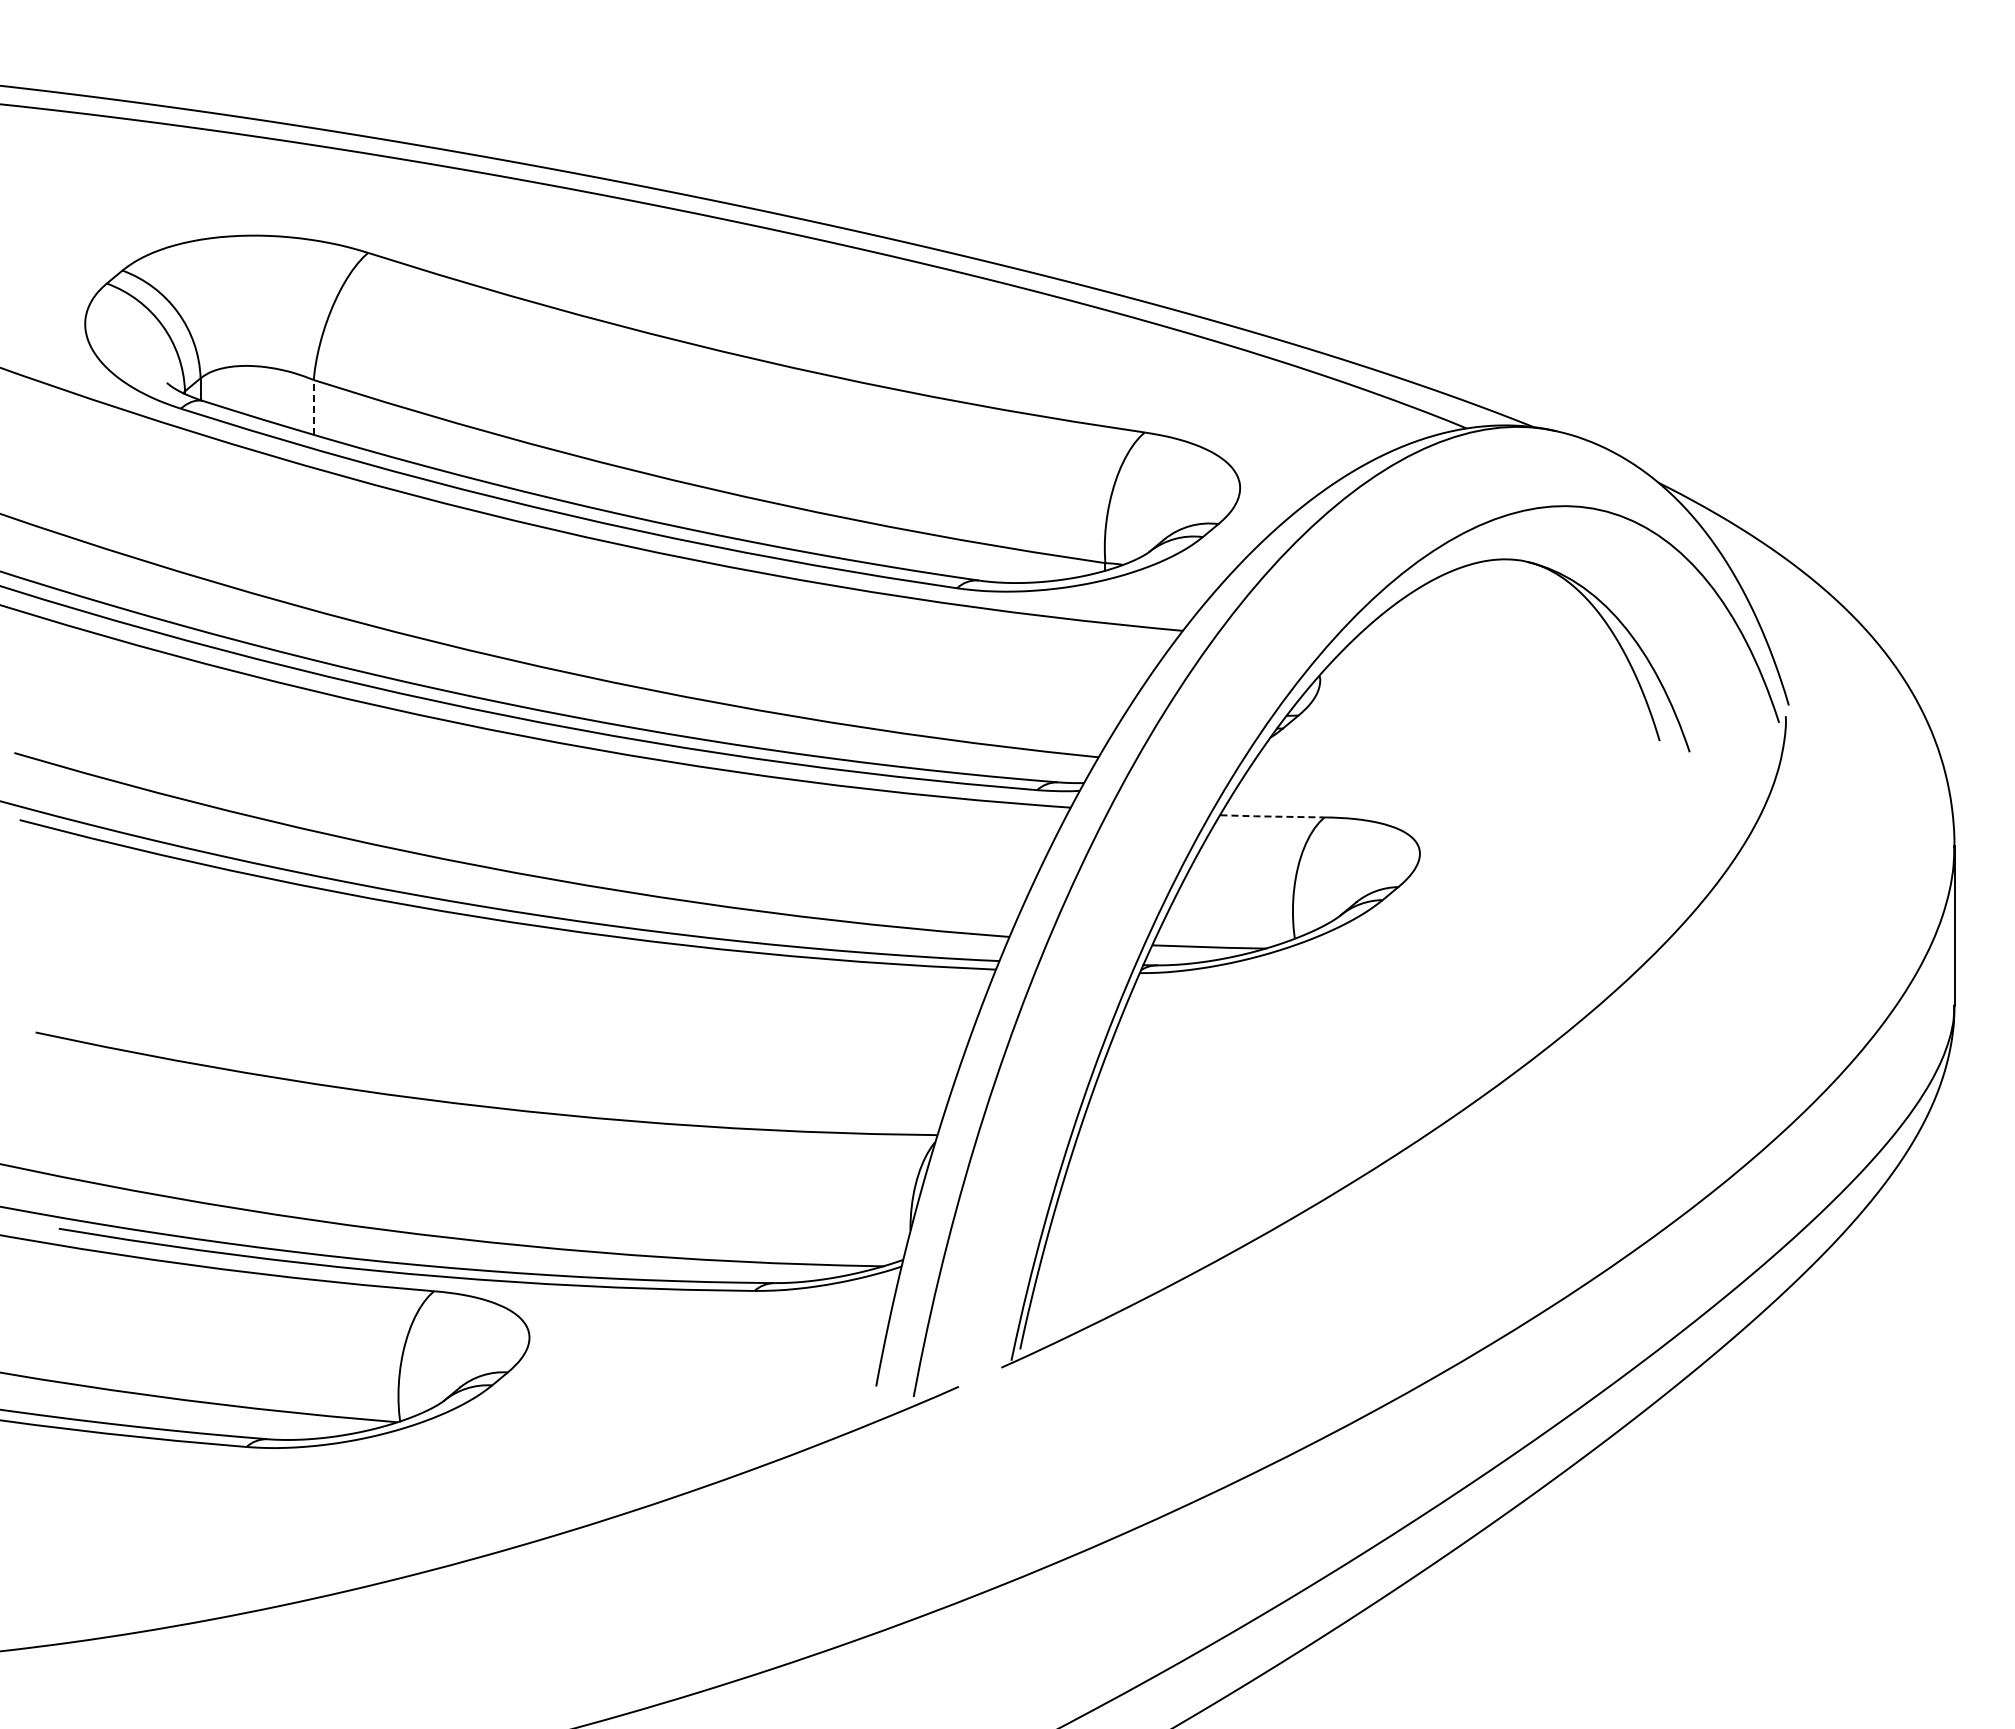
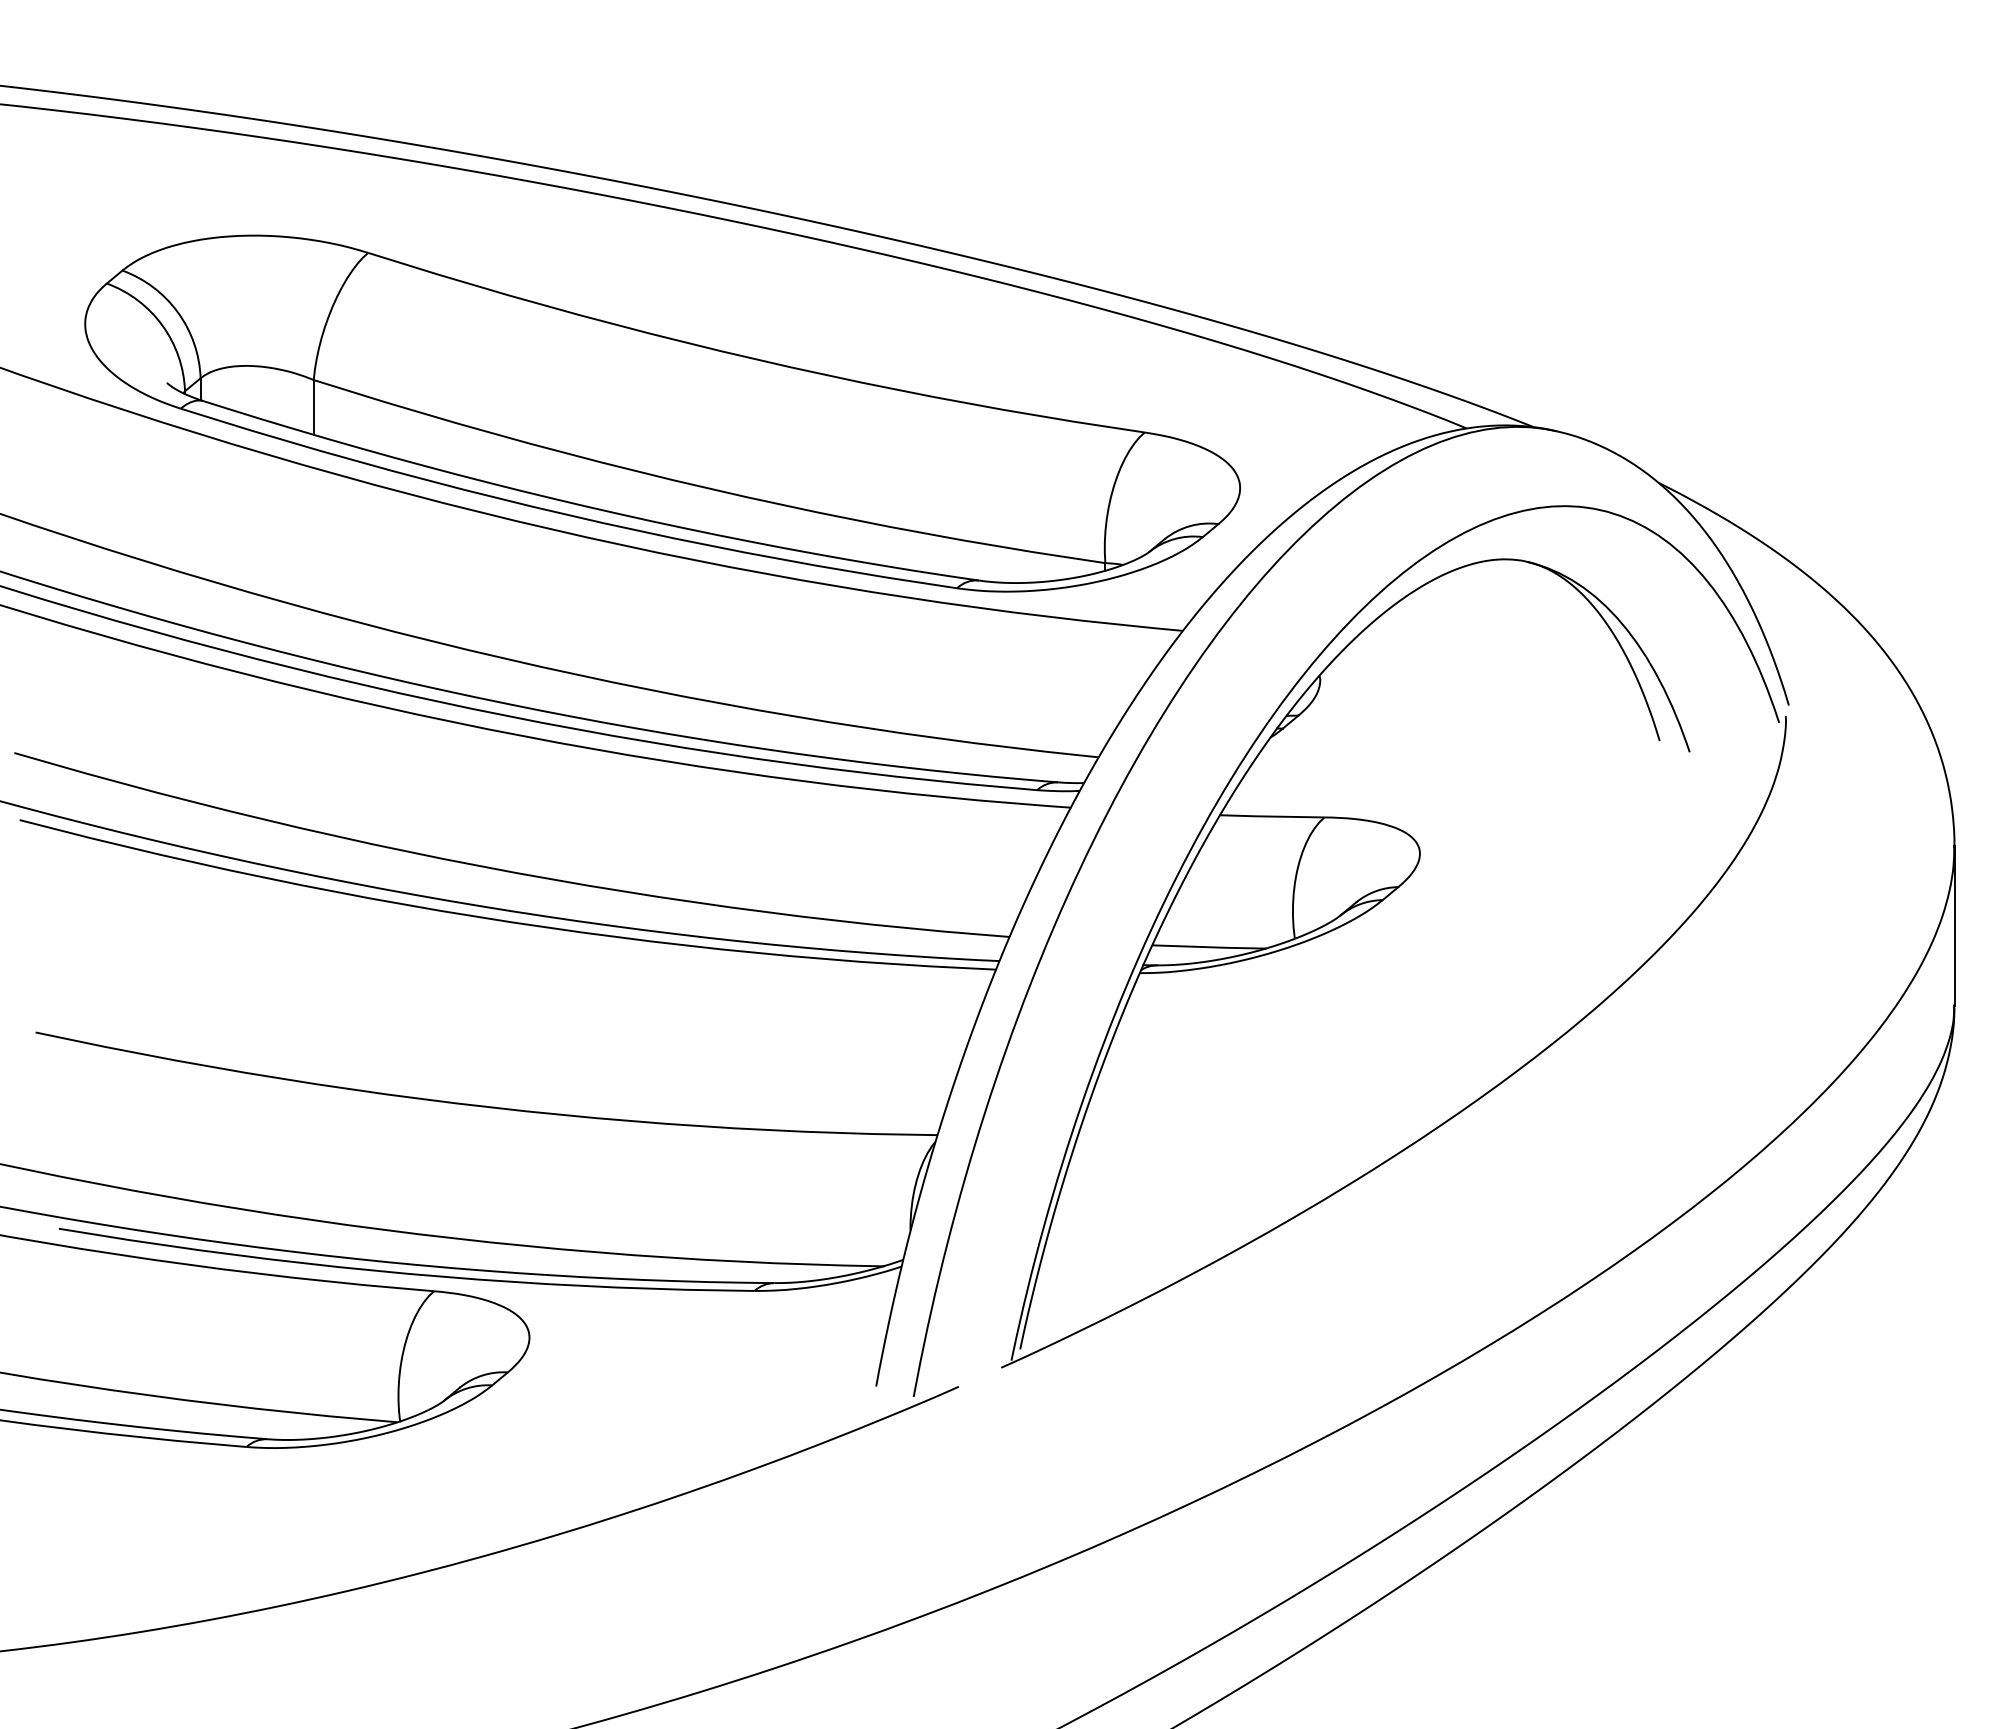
line at (313, 406): dashed -> solid
line at (1271, 816): dashed -> solid
